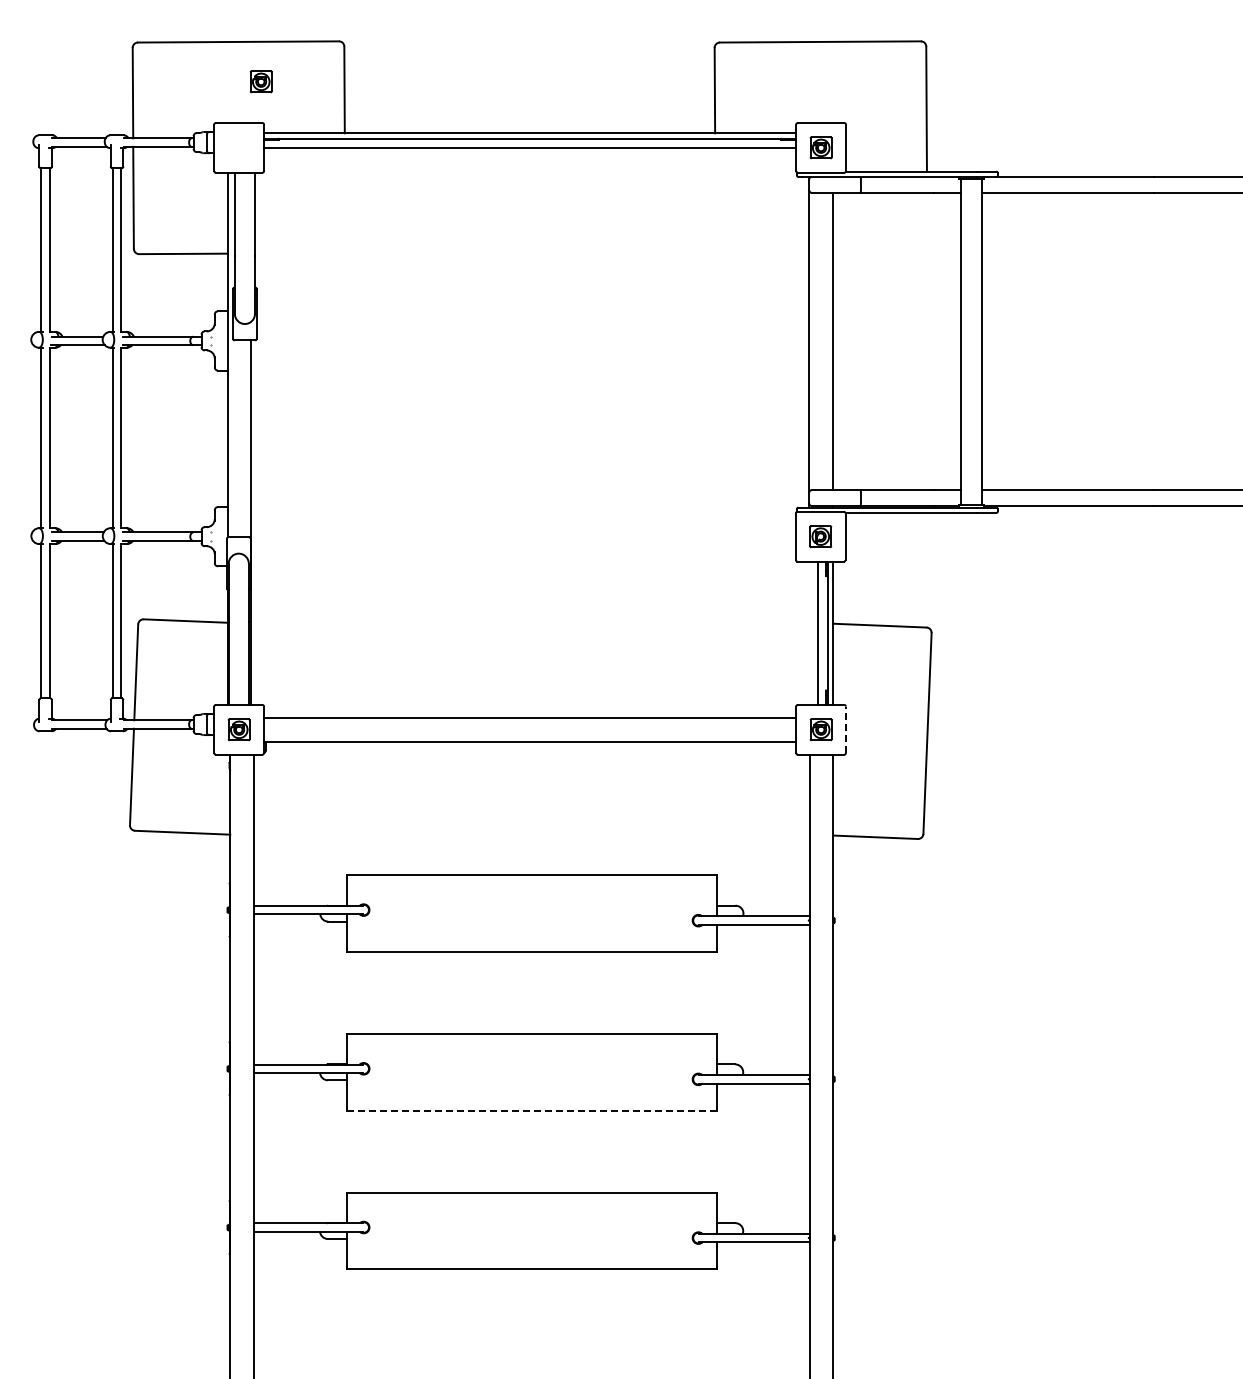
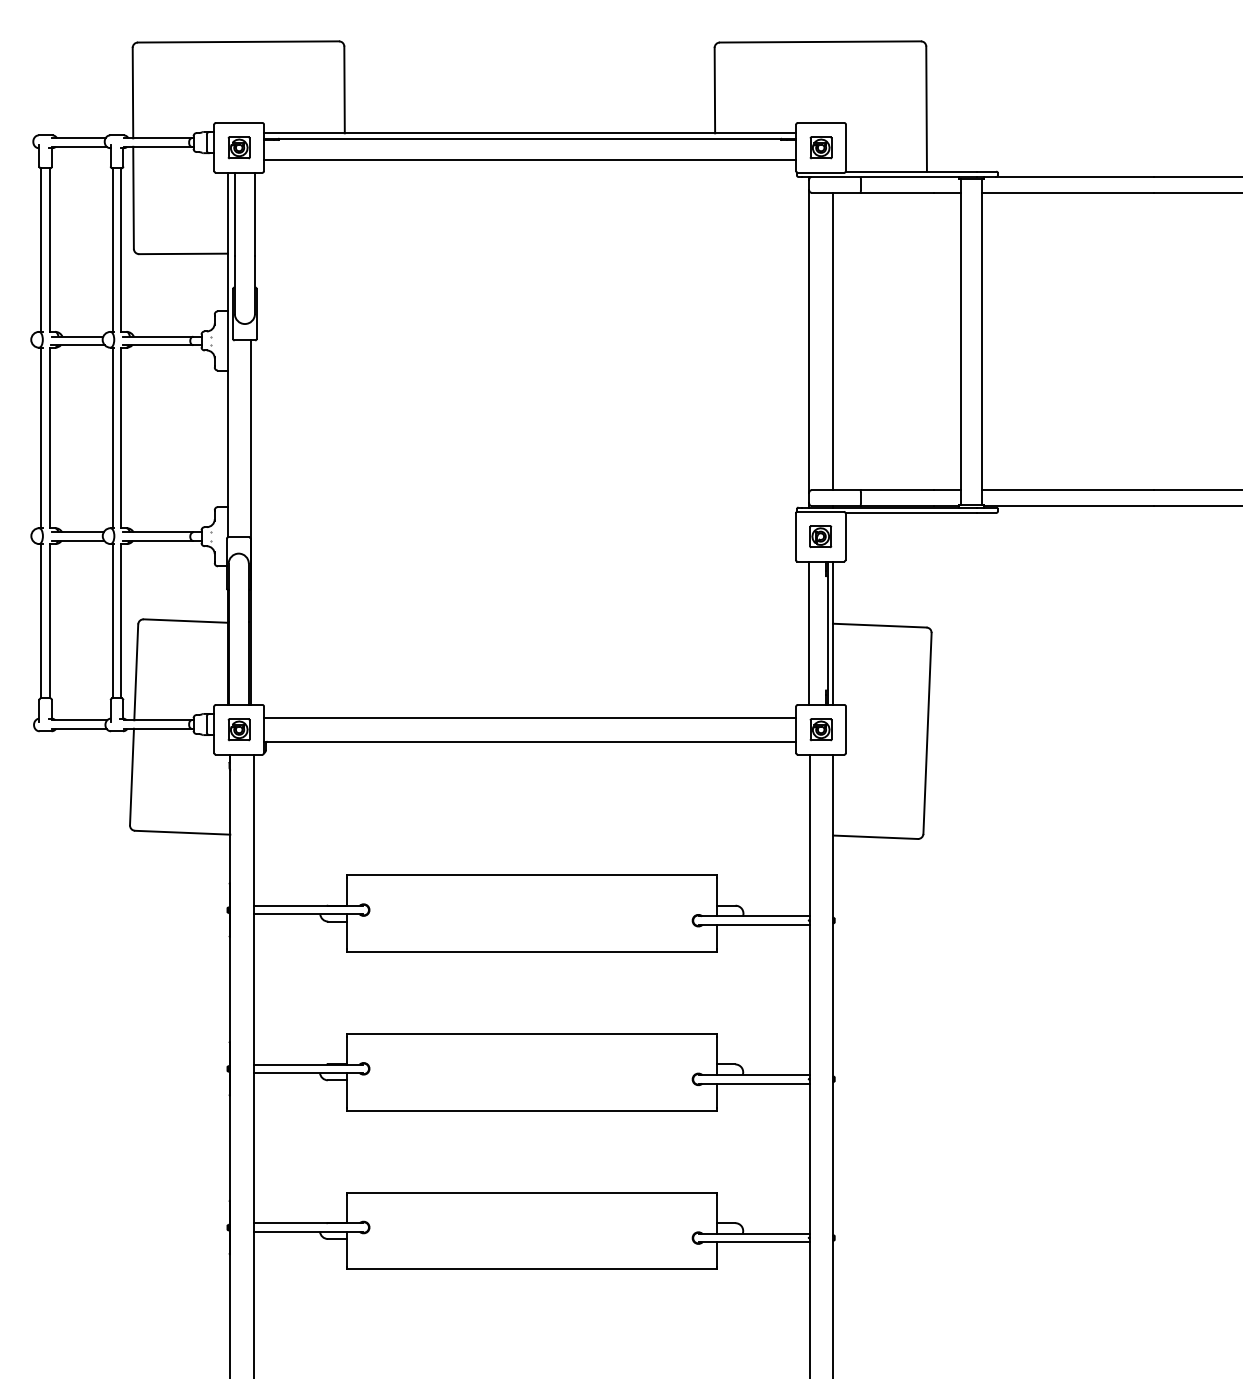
part at (260, 81) position: (260, 81) -> (238, 147)
line at (530, 147) position: (530, 147) -> (530, 159)
line at (818, 632) position: (818, 632) -> (809, 632)
line at (845, 729): dashed -> solid
line at (532, 1110): dashed -> solid
